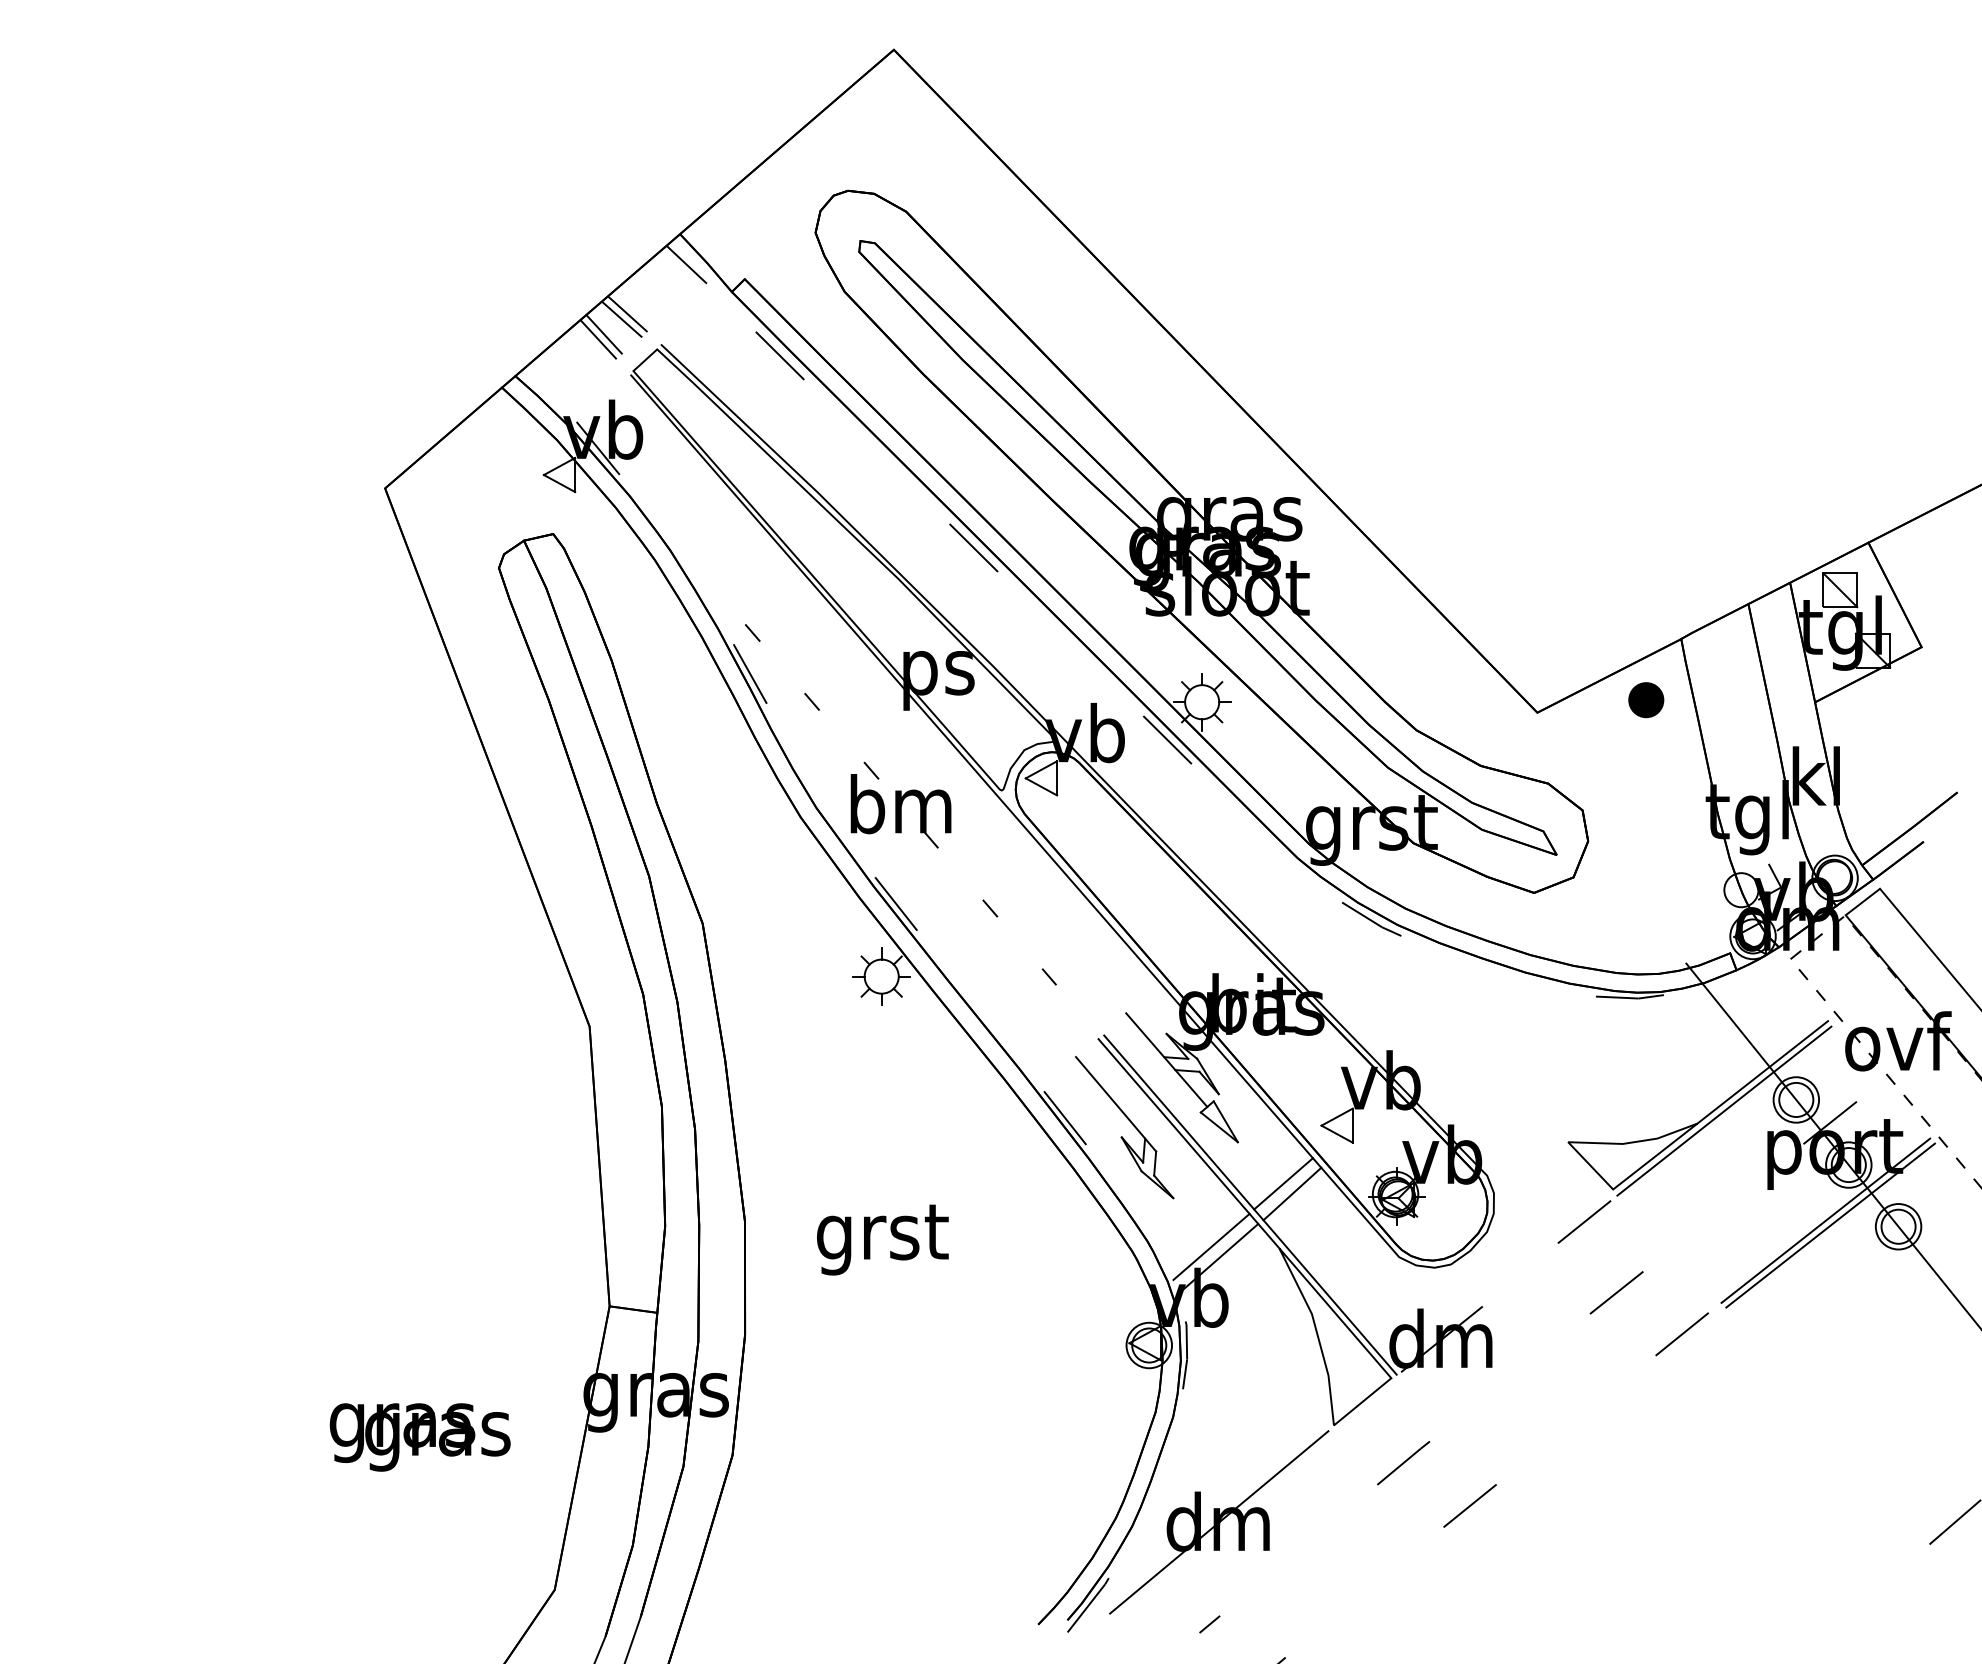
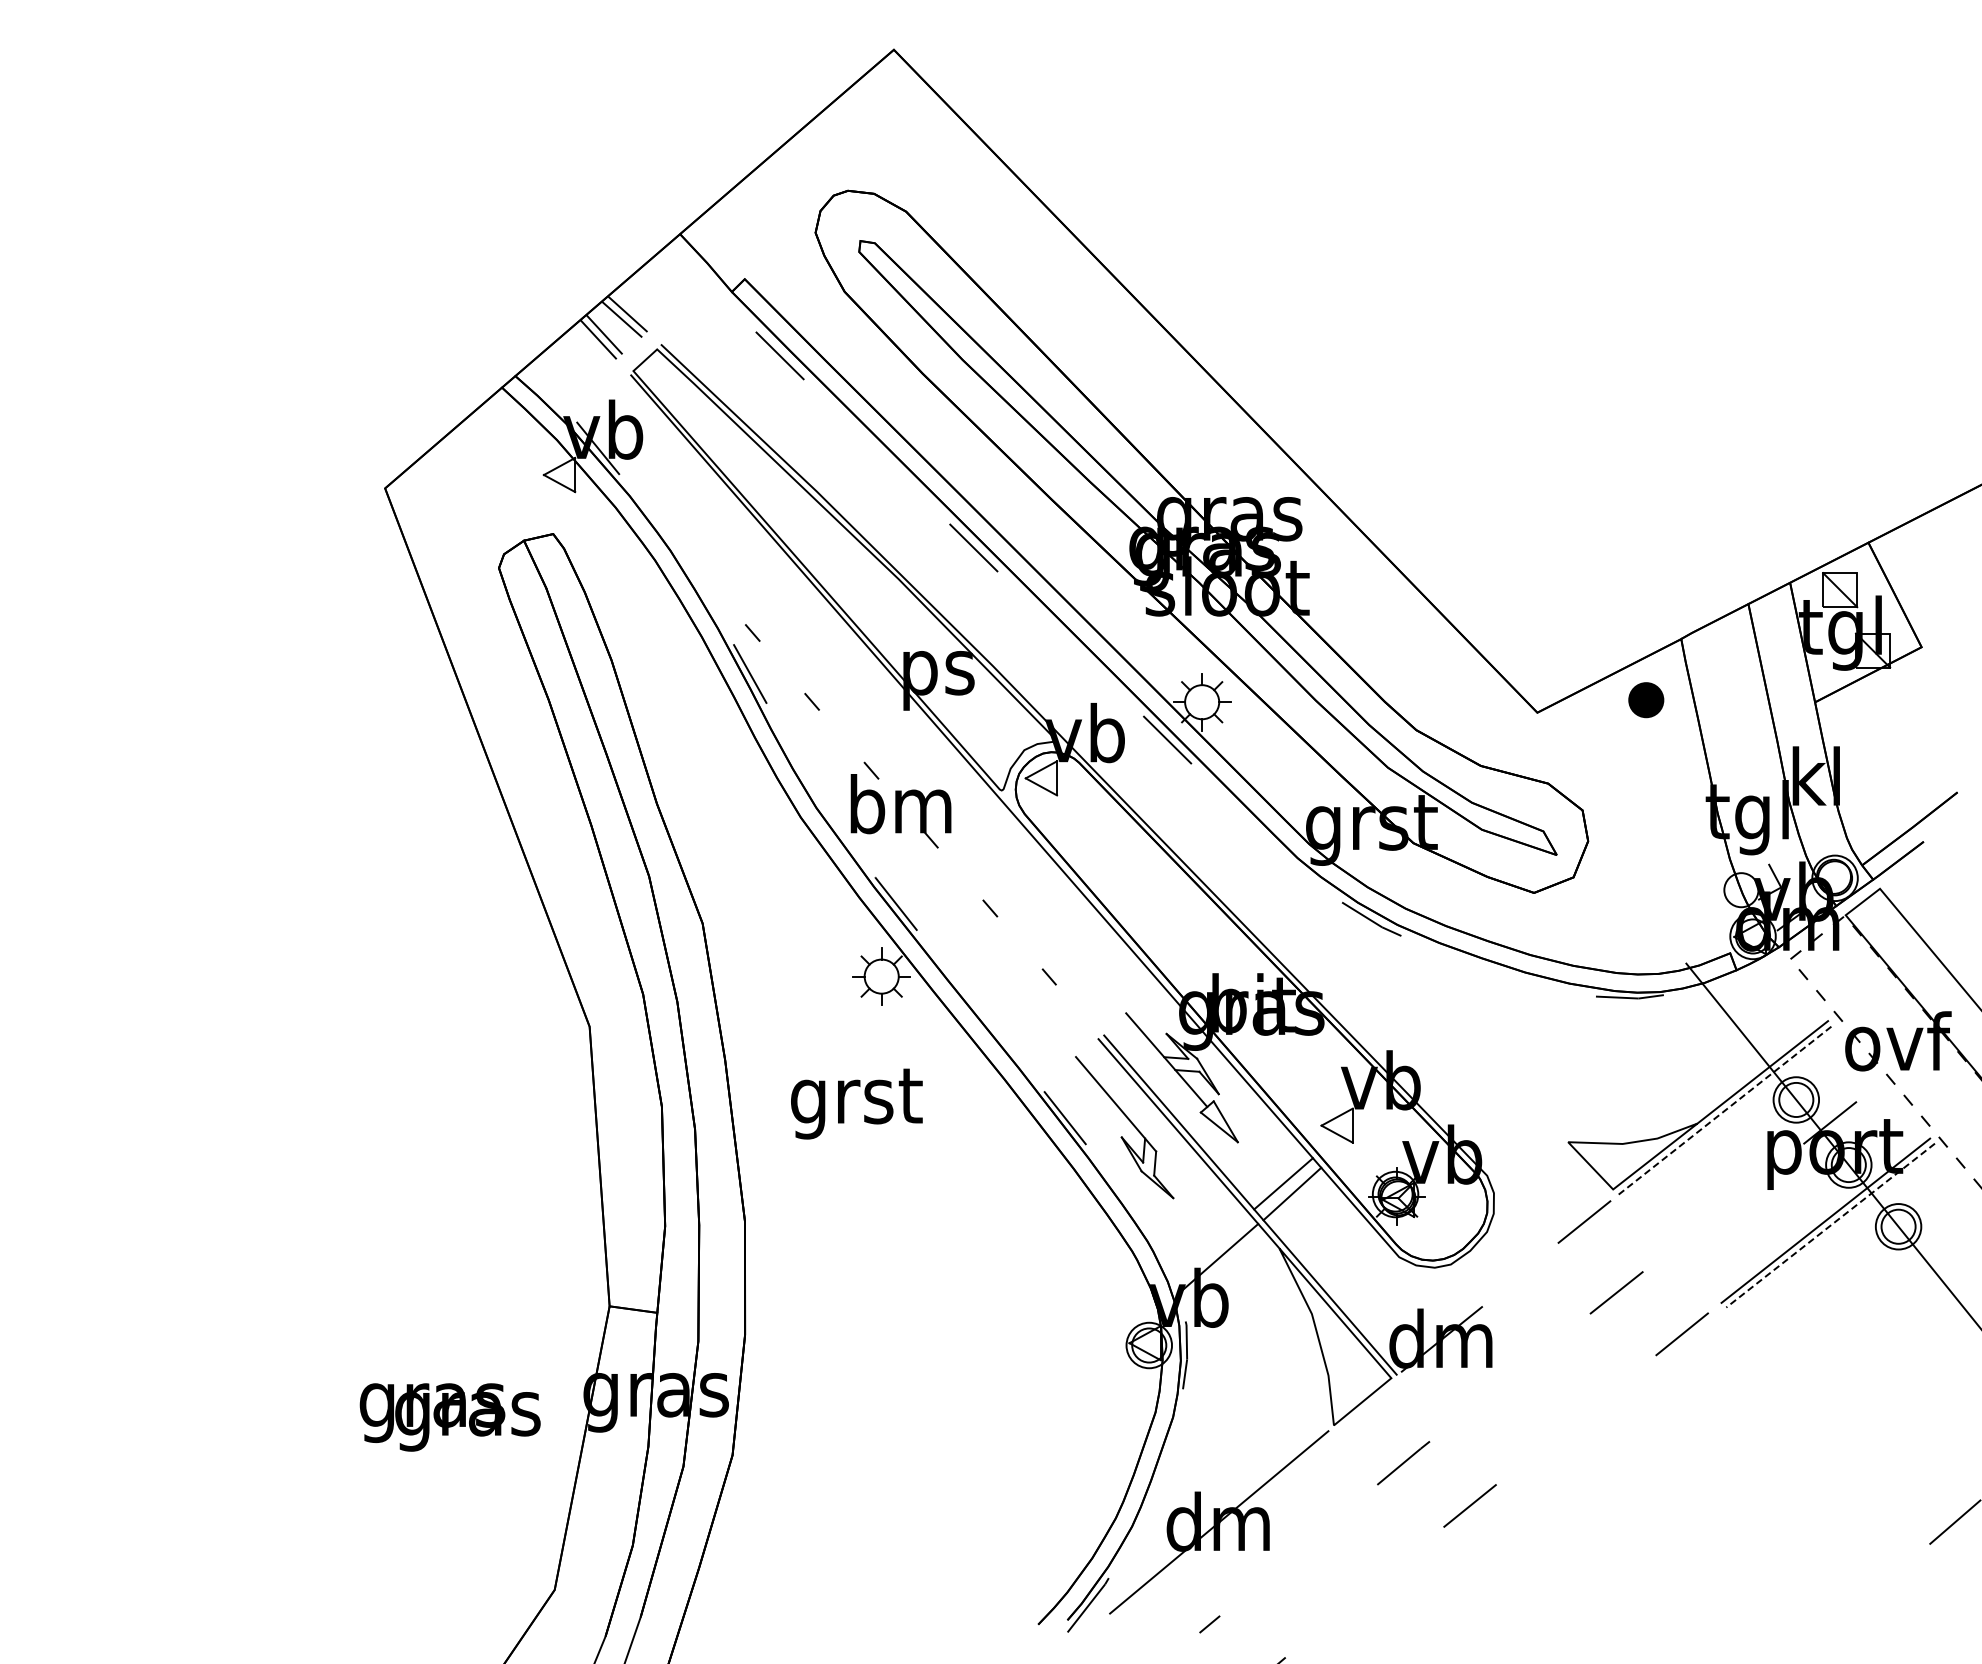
line at (686, 264): present -> none
line at (1723, 1111): solid -> dashed
line at (1830, 1225): solid -> dashed
text at (882, 1239) position: (882, 1239) -> (856, 1103)
line at (1211, 1246): present -> none
text at (419, 1437) position: (419, 1437) -> (449, 1417)
